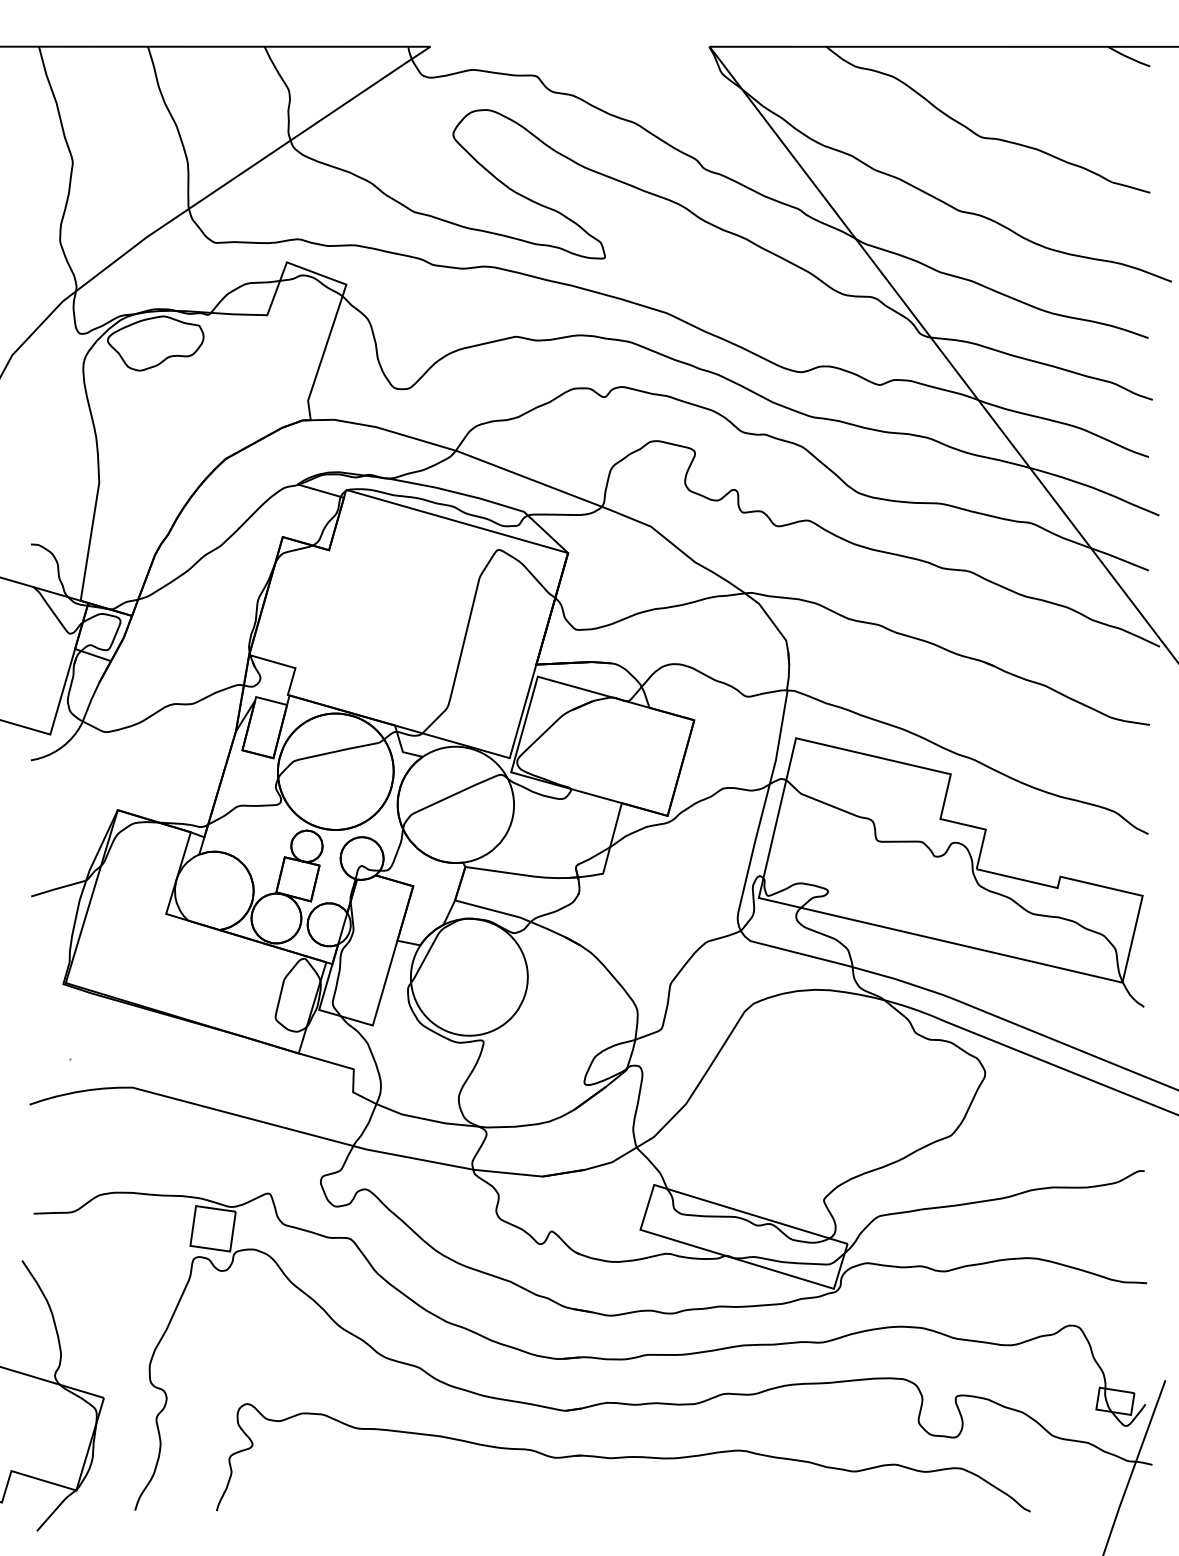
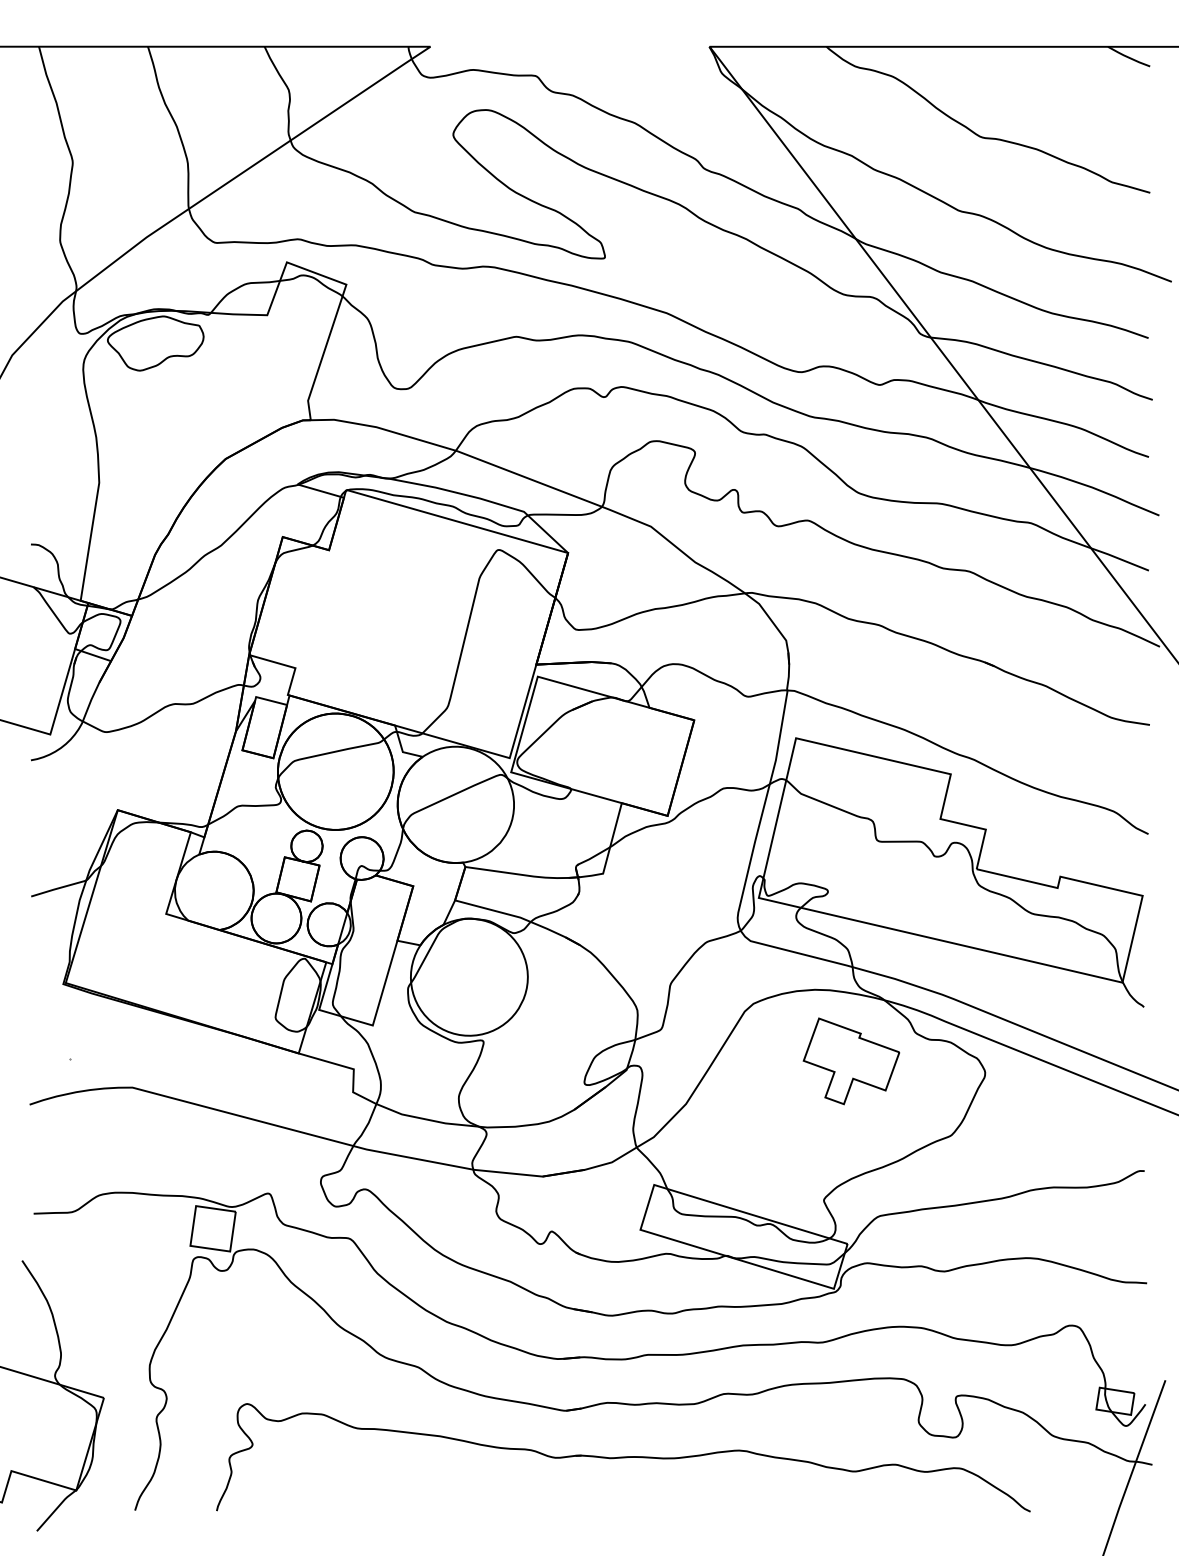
part at (851, 1061): none -> present
